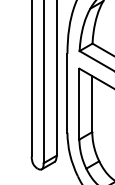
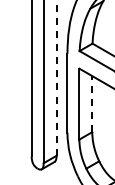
line at (56, 78): solid -> dashed
line at (92, 103): solid -> dashed
